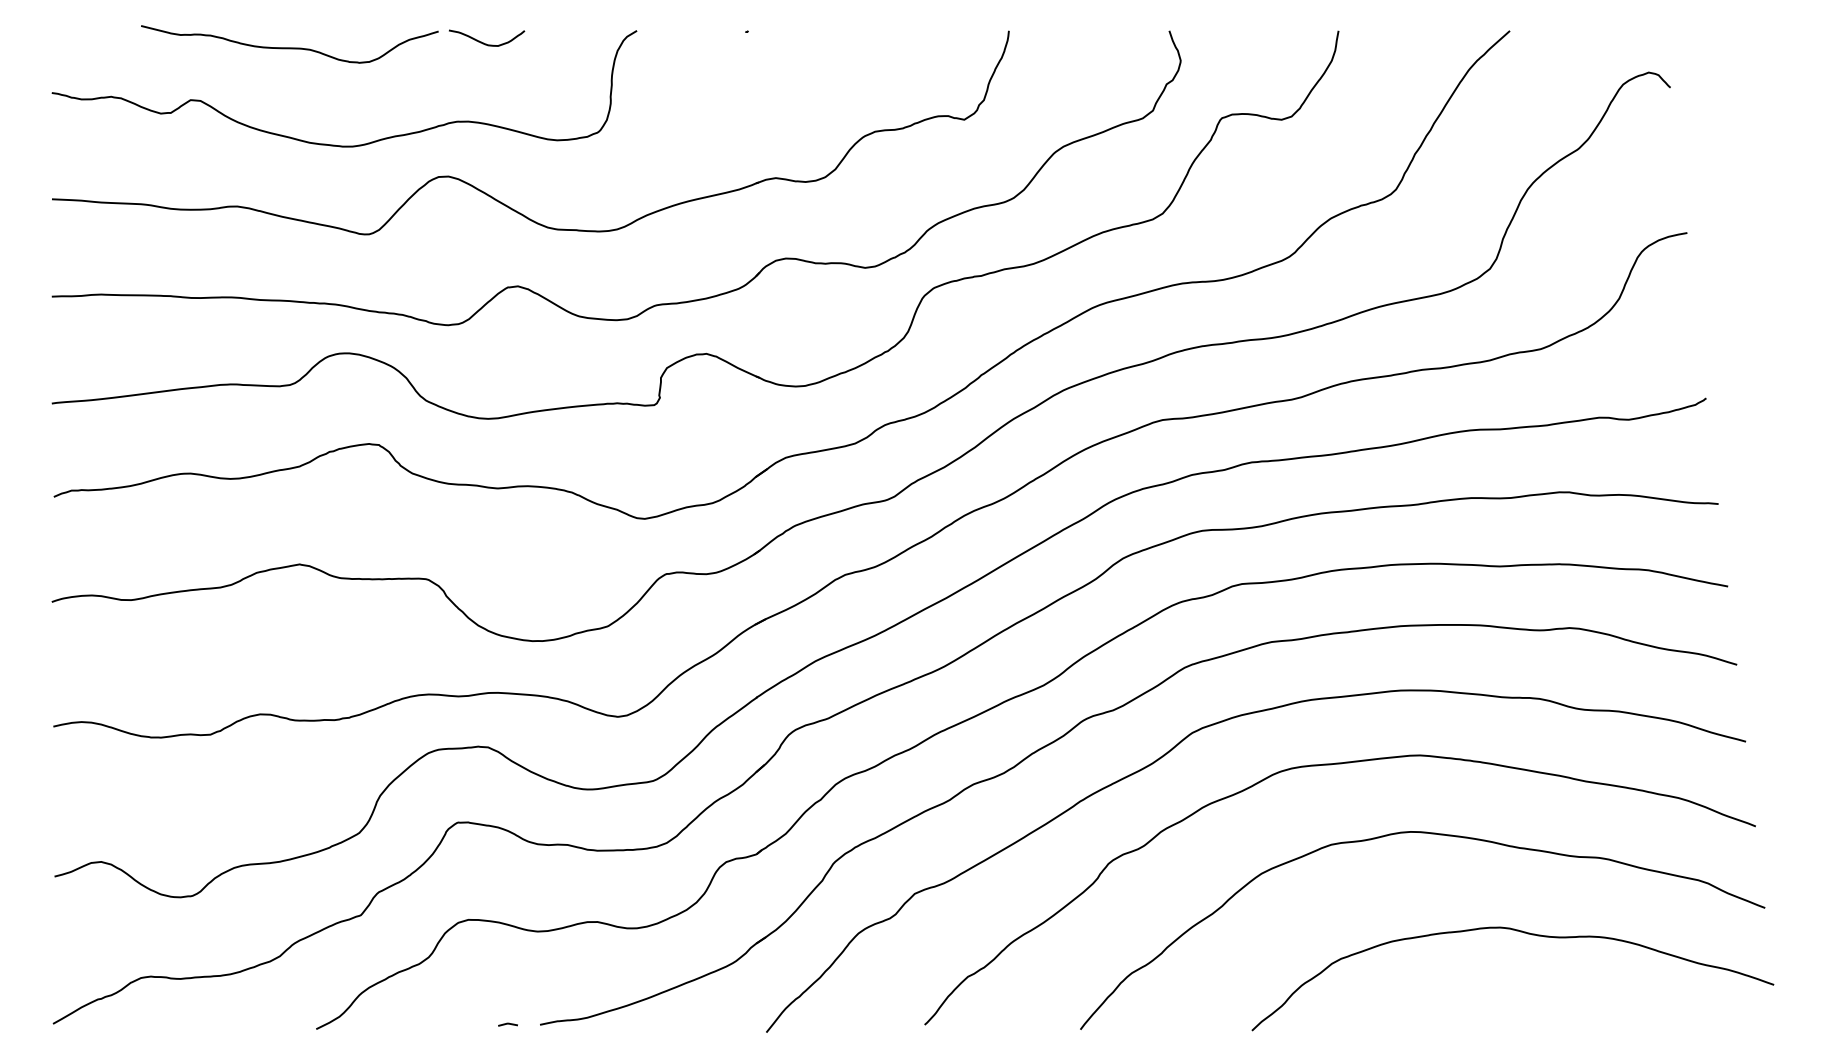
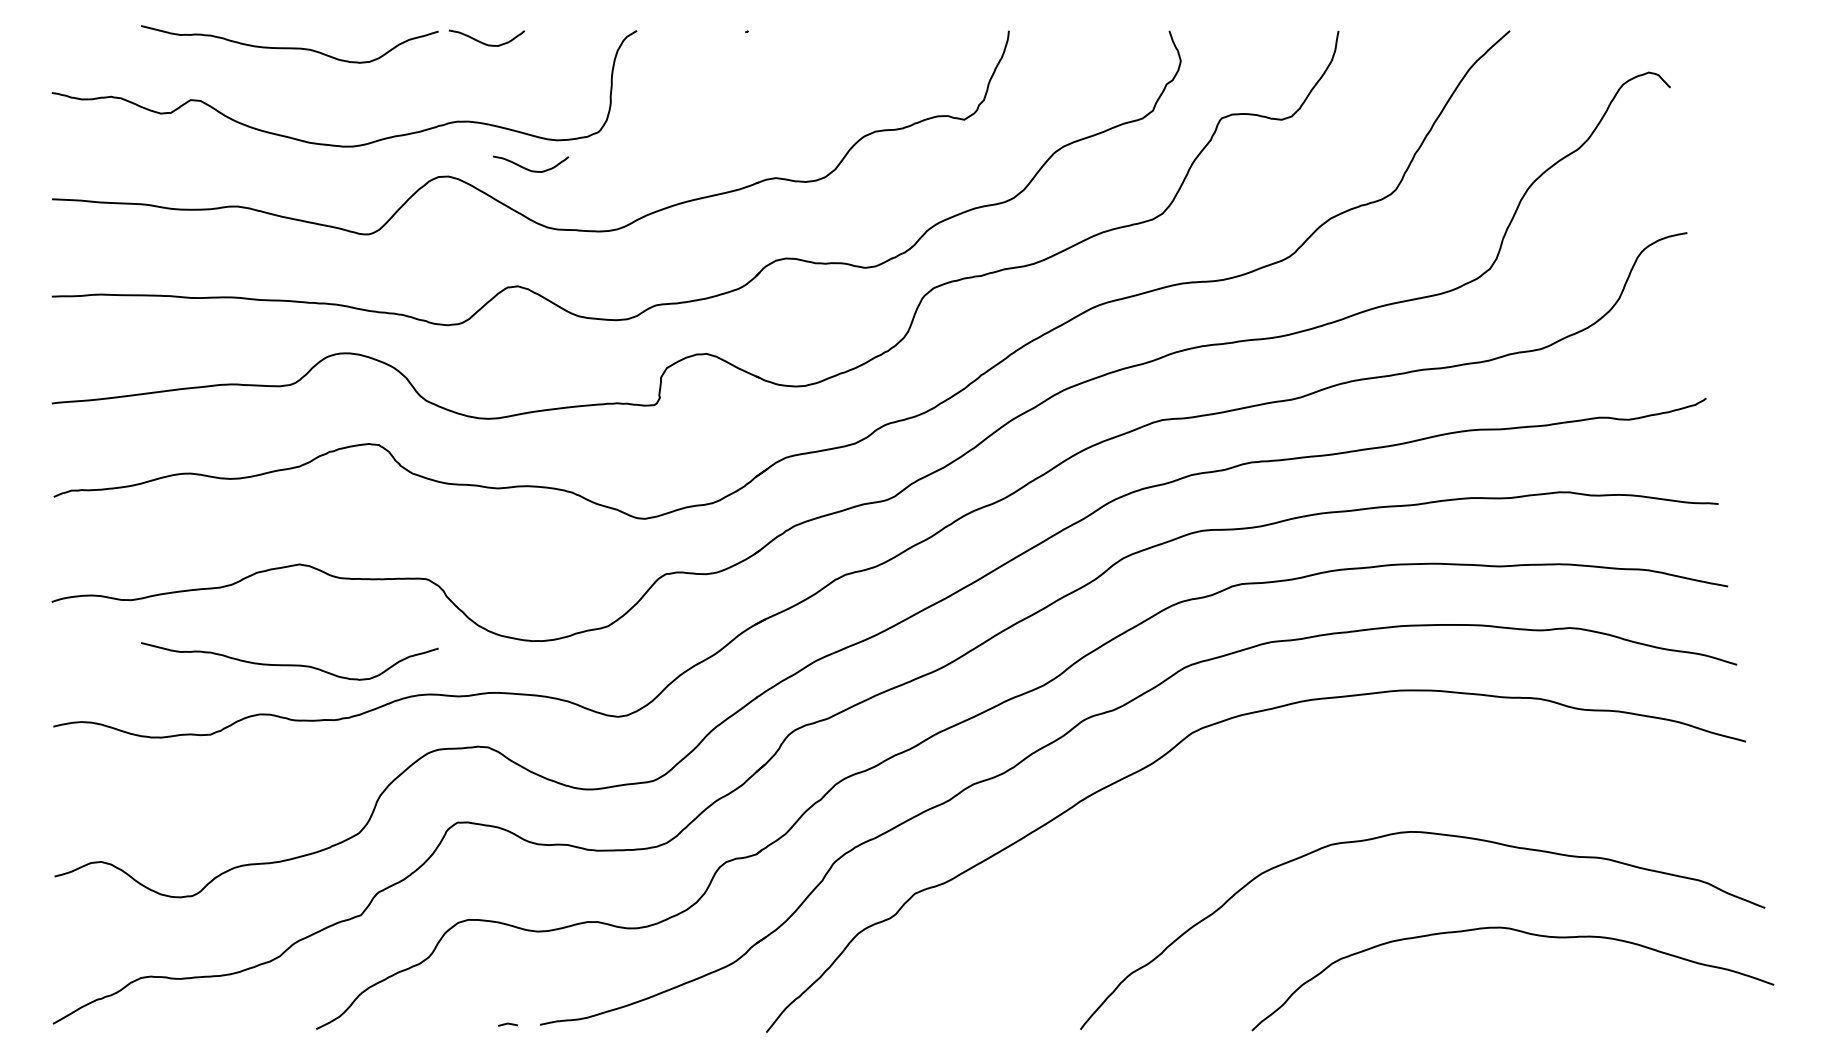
curve at (530, 169): none -> present
curve at (289, 664): none -> present
curve at (1331, 765): present -> none
